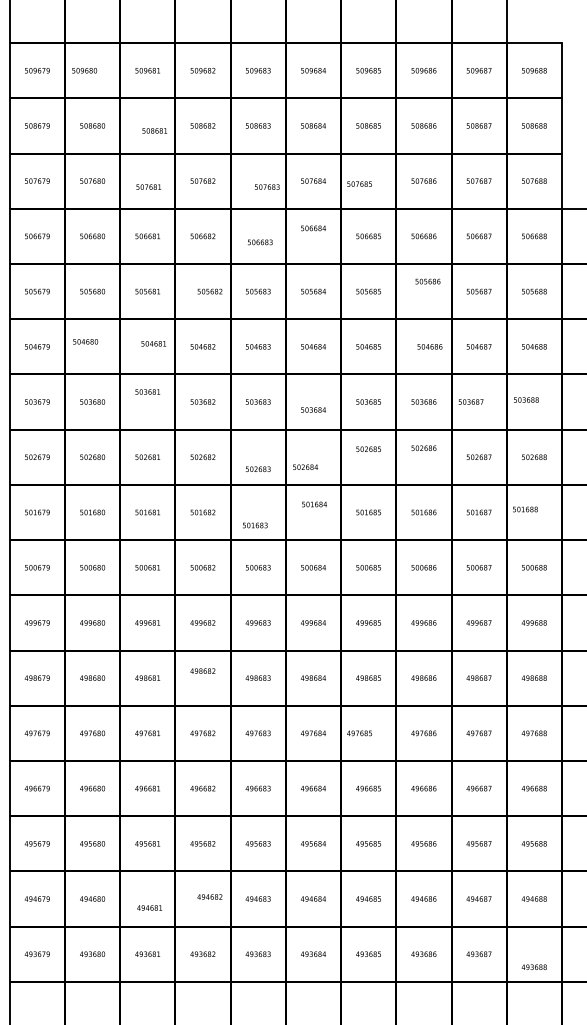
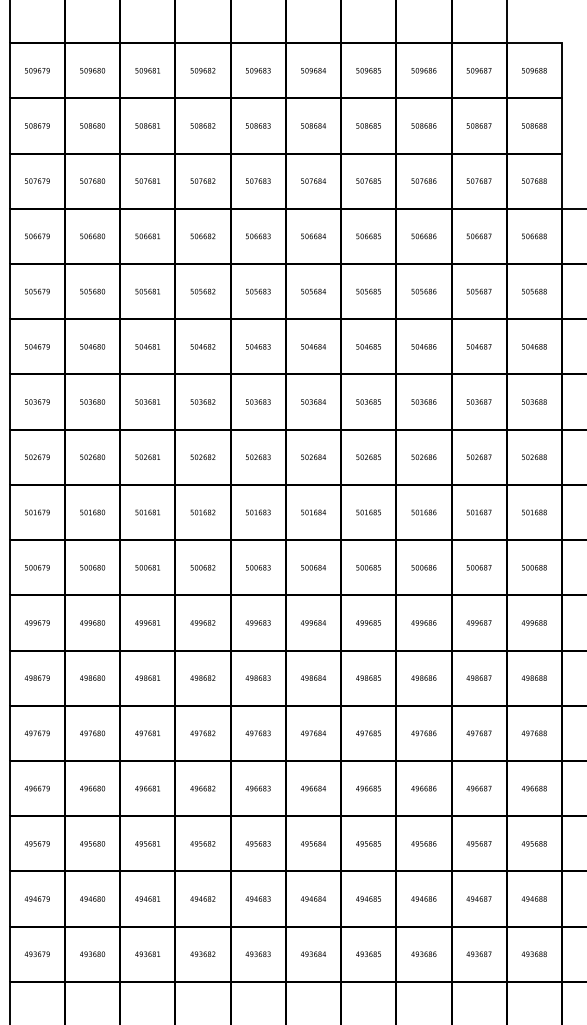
text at (84, 70) position: (84, 70) -> (92, 70)
text at (154, 130) position: (154, 130) -> (147, 125)
text at (359, 183) position: (359, 183) -> (368, 180)
text at (148, 186) position: (148, 186) -> (147, 180)
text at (266, 186) position: (266, 186) -> (257, 180)
text at (313, 228) position: (313, 228) -> (313, 236)
text at (259, 242) position: (259, 242) -> (257, 236)
text at (427, 281) position: (427, 281) -> (423, 291)
text at (209, 291) position: (209, 291) -> (202, 291)
text at (85, 341) position: (85, 341) -> (92, 346)
text at (153, 343) position: (153, 343) -> (147, 346)
text at (429, 346) position: (429, 346) -> (423, 346)
text at (147, 391) position: (147, 391) -> (147, 401)
text at (526, 399) position: (526, 399) -> (534, 401)
text at (470, 401) position: (470, 401) -> (478, 401)
text at (313, 409) position: (313, 409) -> (313, 401)
text at (423, 447) position: (423, 447) -> (423, 456)
text at (368, 448) position: (368, 448) -> (368, 456)
text at (305, 466) position: (305, 466) -> (313, 456)
text at (257, 468) position: (257, 468) -> (257, 456)
text at (314, 504) position: (314, 504) -> (313, 512)
text at (525, 509) position: (525, 509) -> (534, 512)
text at (255, 525) position: (255, 525) -> (258, 512)
text at (202, 670) position: (202, 670) -> (202, 677)
text at (359, 733) position: (359, 733) -> (368, 733)
text at (209, 896) position: (209, 896) -> (202, 898)
text at (149, 907) position: (149, 907) -> (147, 898)
text at (533, 966) position: (533, 966) -> (533, 953)
